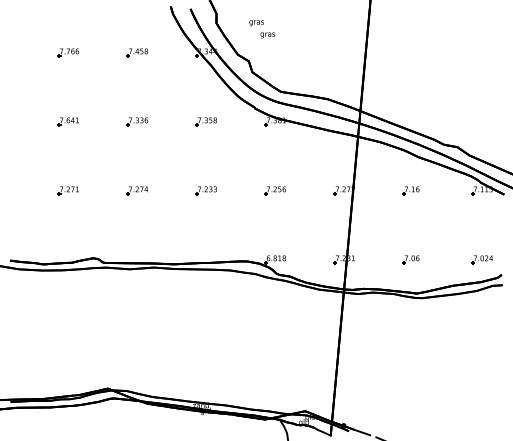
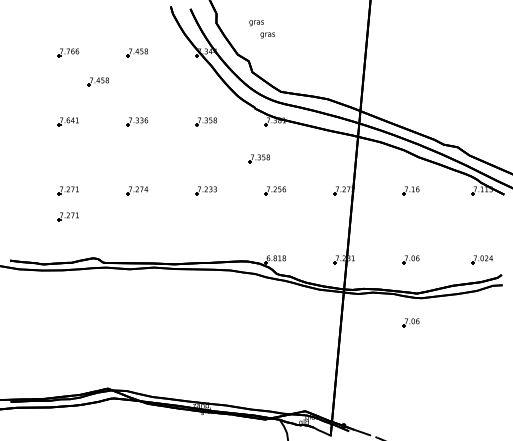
part at (97, 81): none -> present
part at (258, 158): none -> present
part at (67, 216): none -> present
part at (410, 322): none -> present
